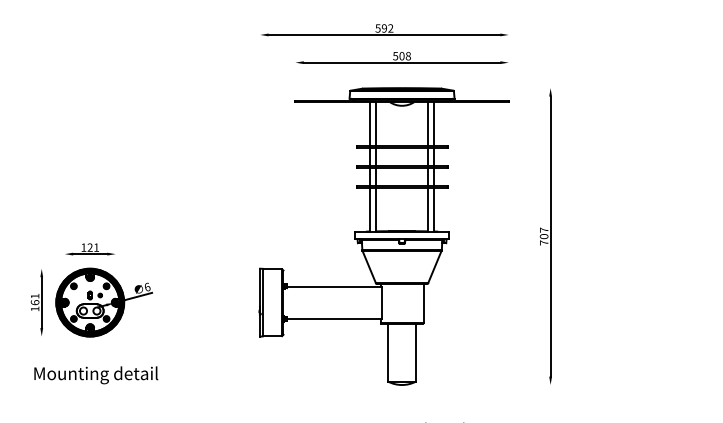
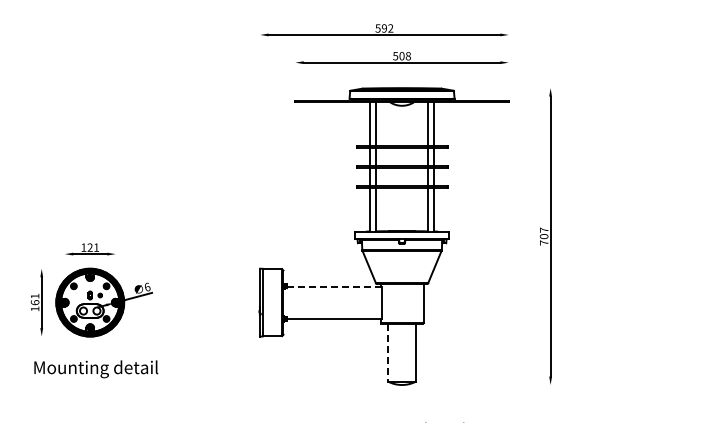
line at (334, 286): solid -> dashed
line at (388, 352): solid -> dashed
text at (96, 375) position: (96, 375) -> (96, 369)
